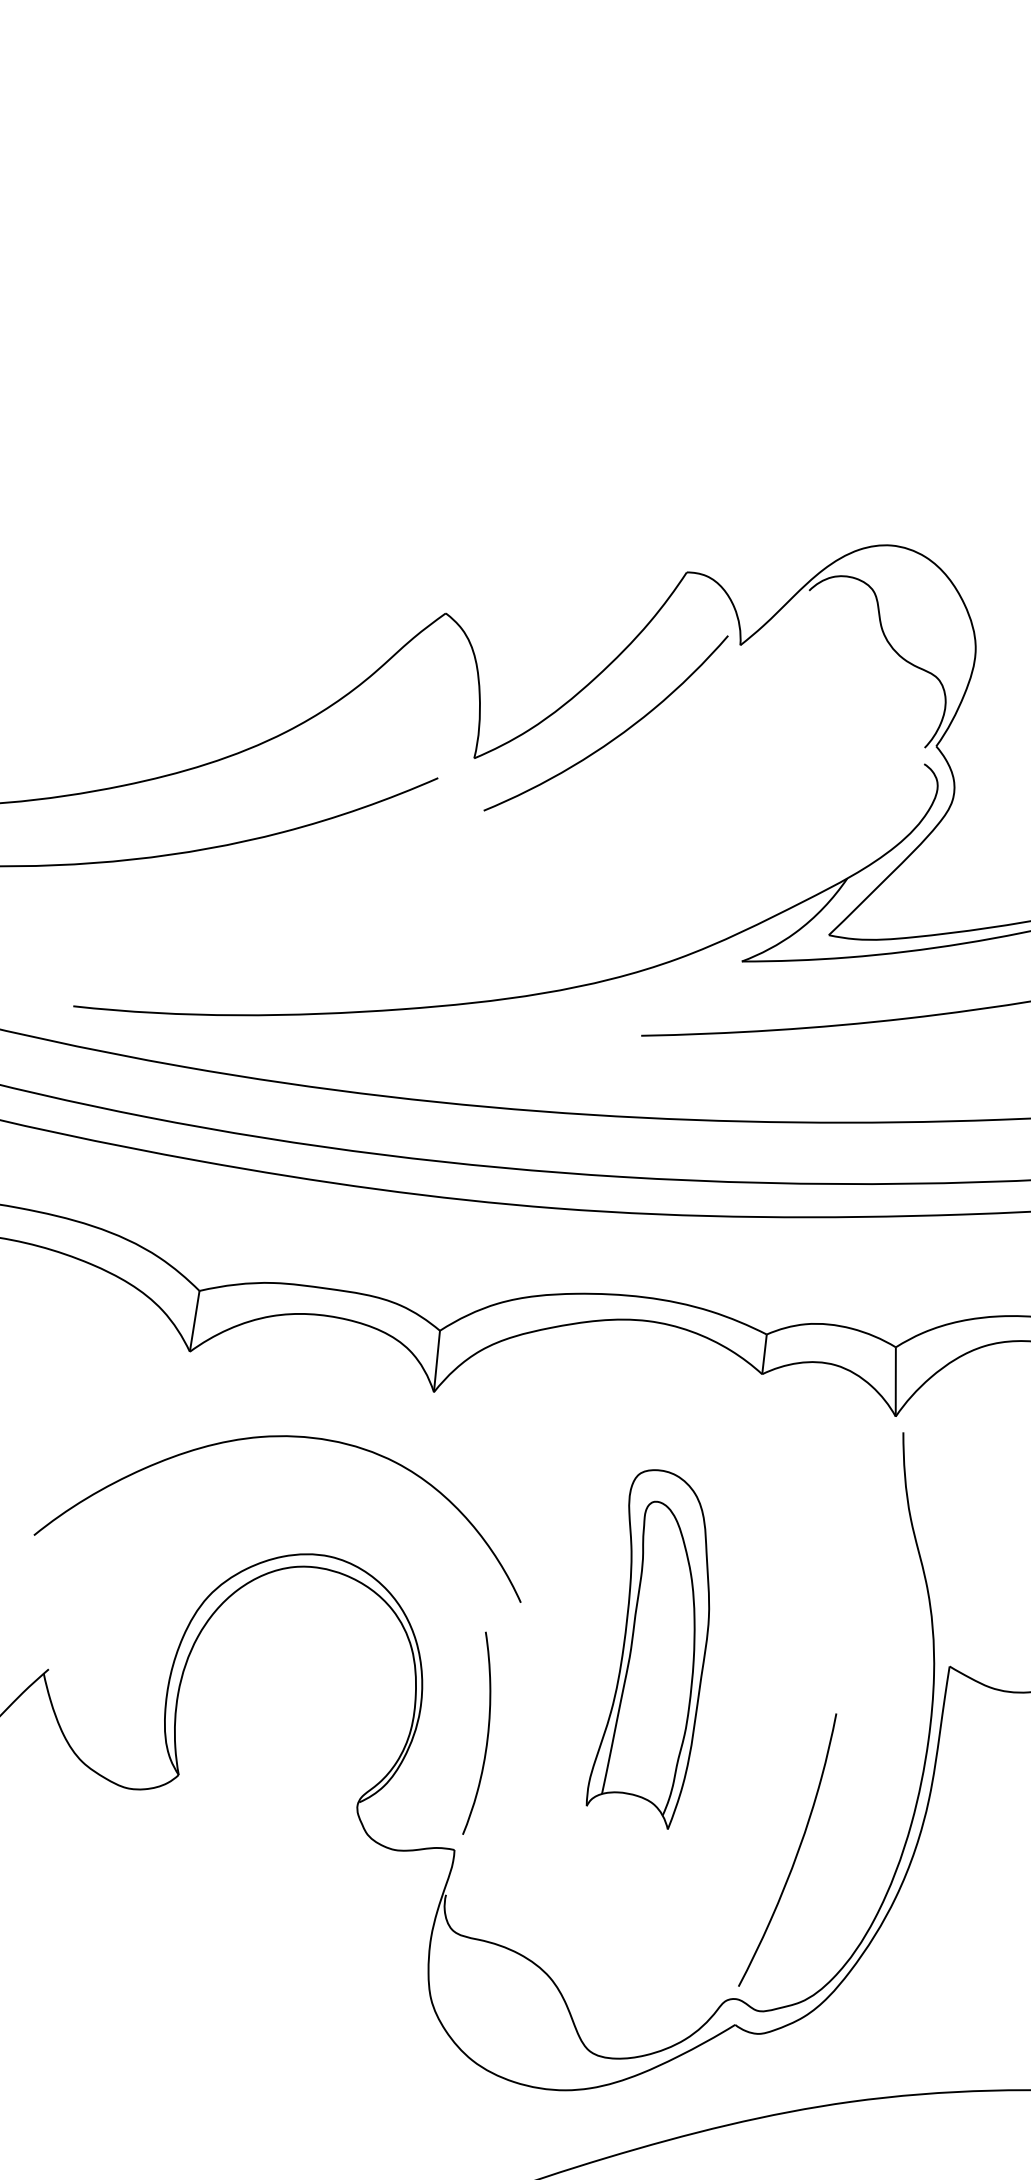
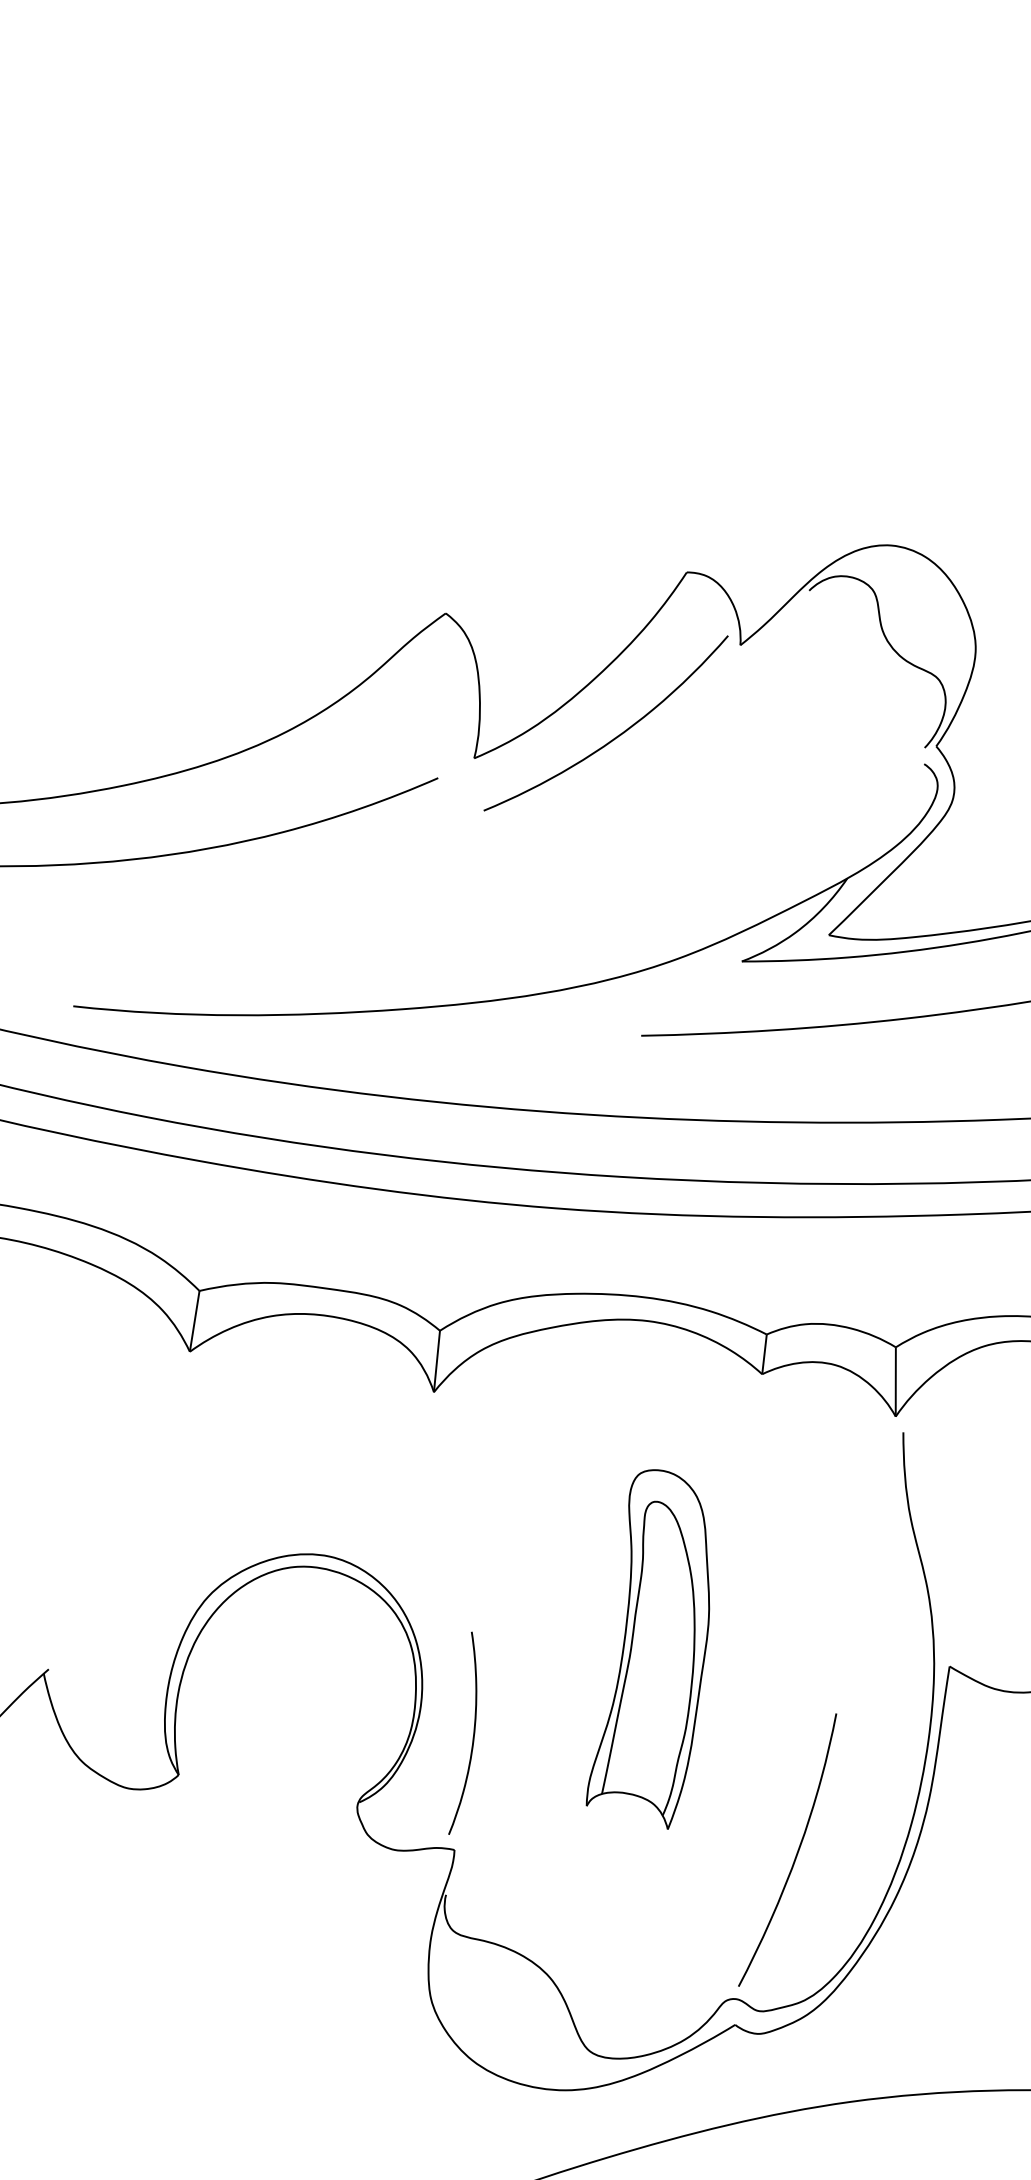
curve at (277, 1437): present -> none
curve at (487, 1732) position: (487, 1732) -> (473, 1732)
